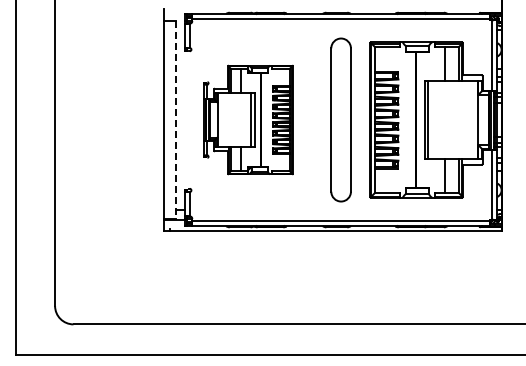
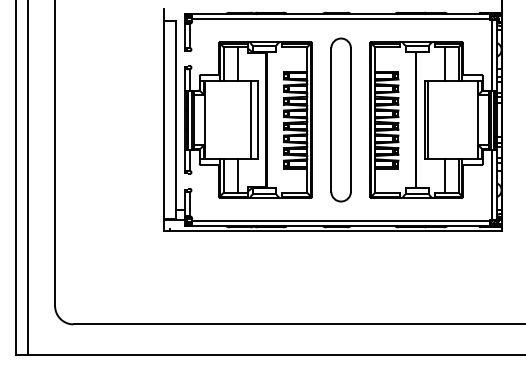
part at (248, 119) size: 91x112 px -> 129x158 px
line at (176, 120): dashed -> solid
line at (28, 178): none -> present
